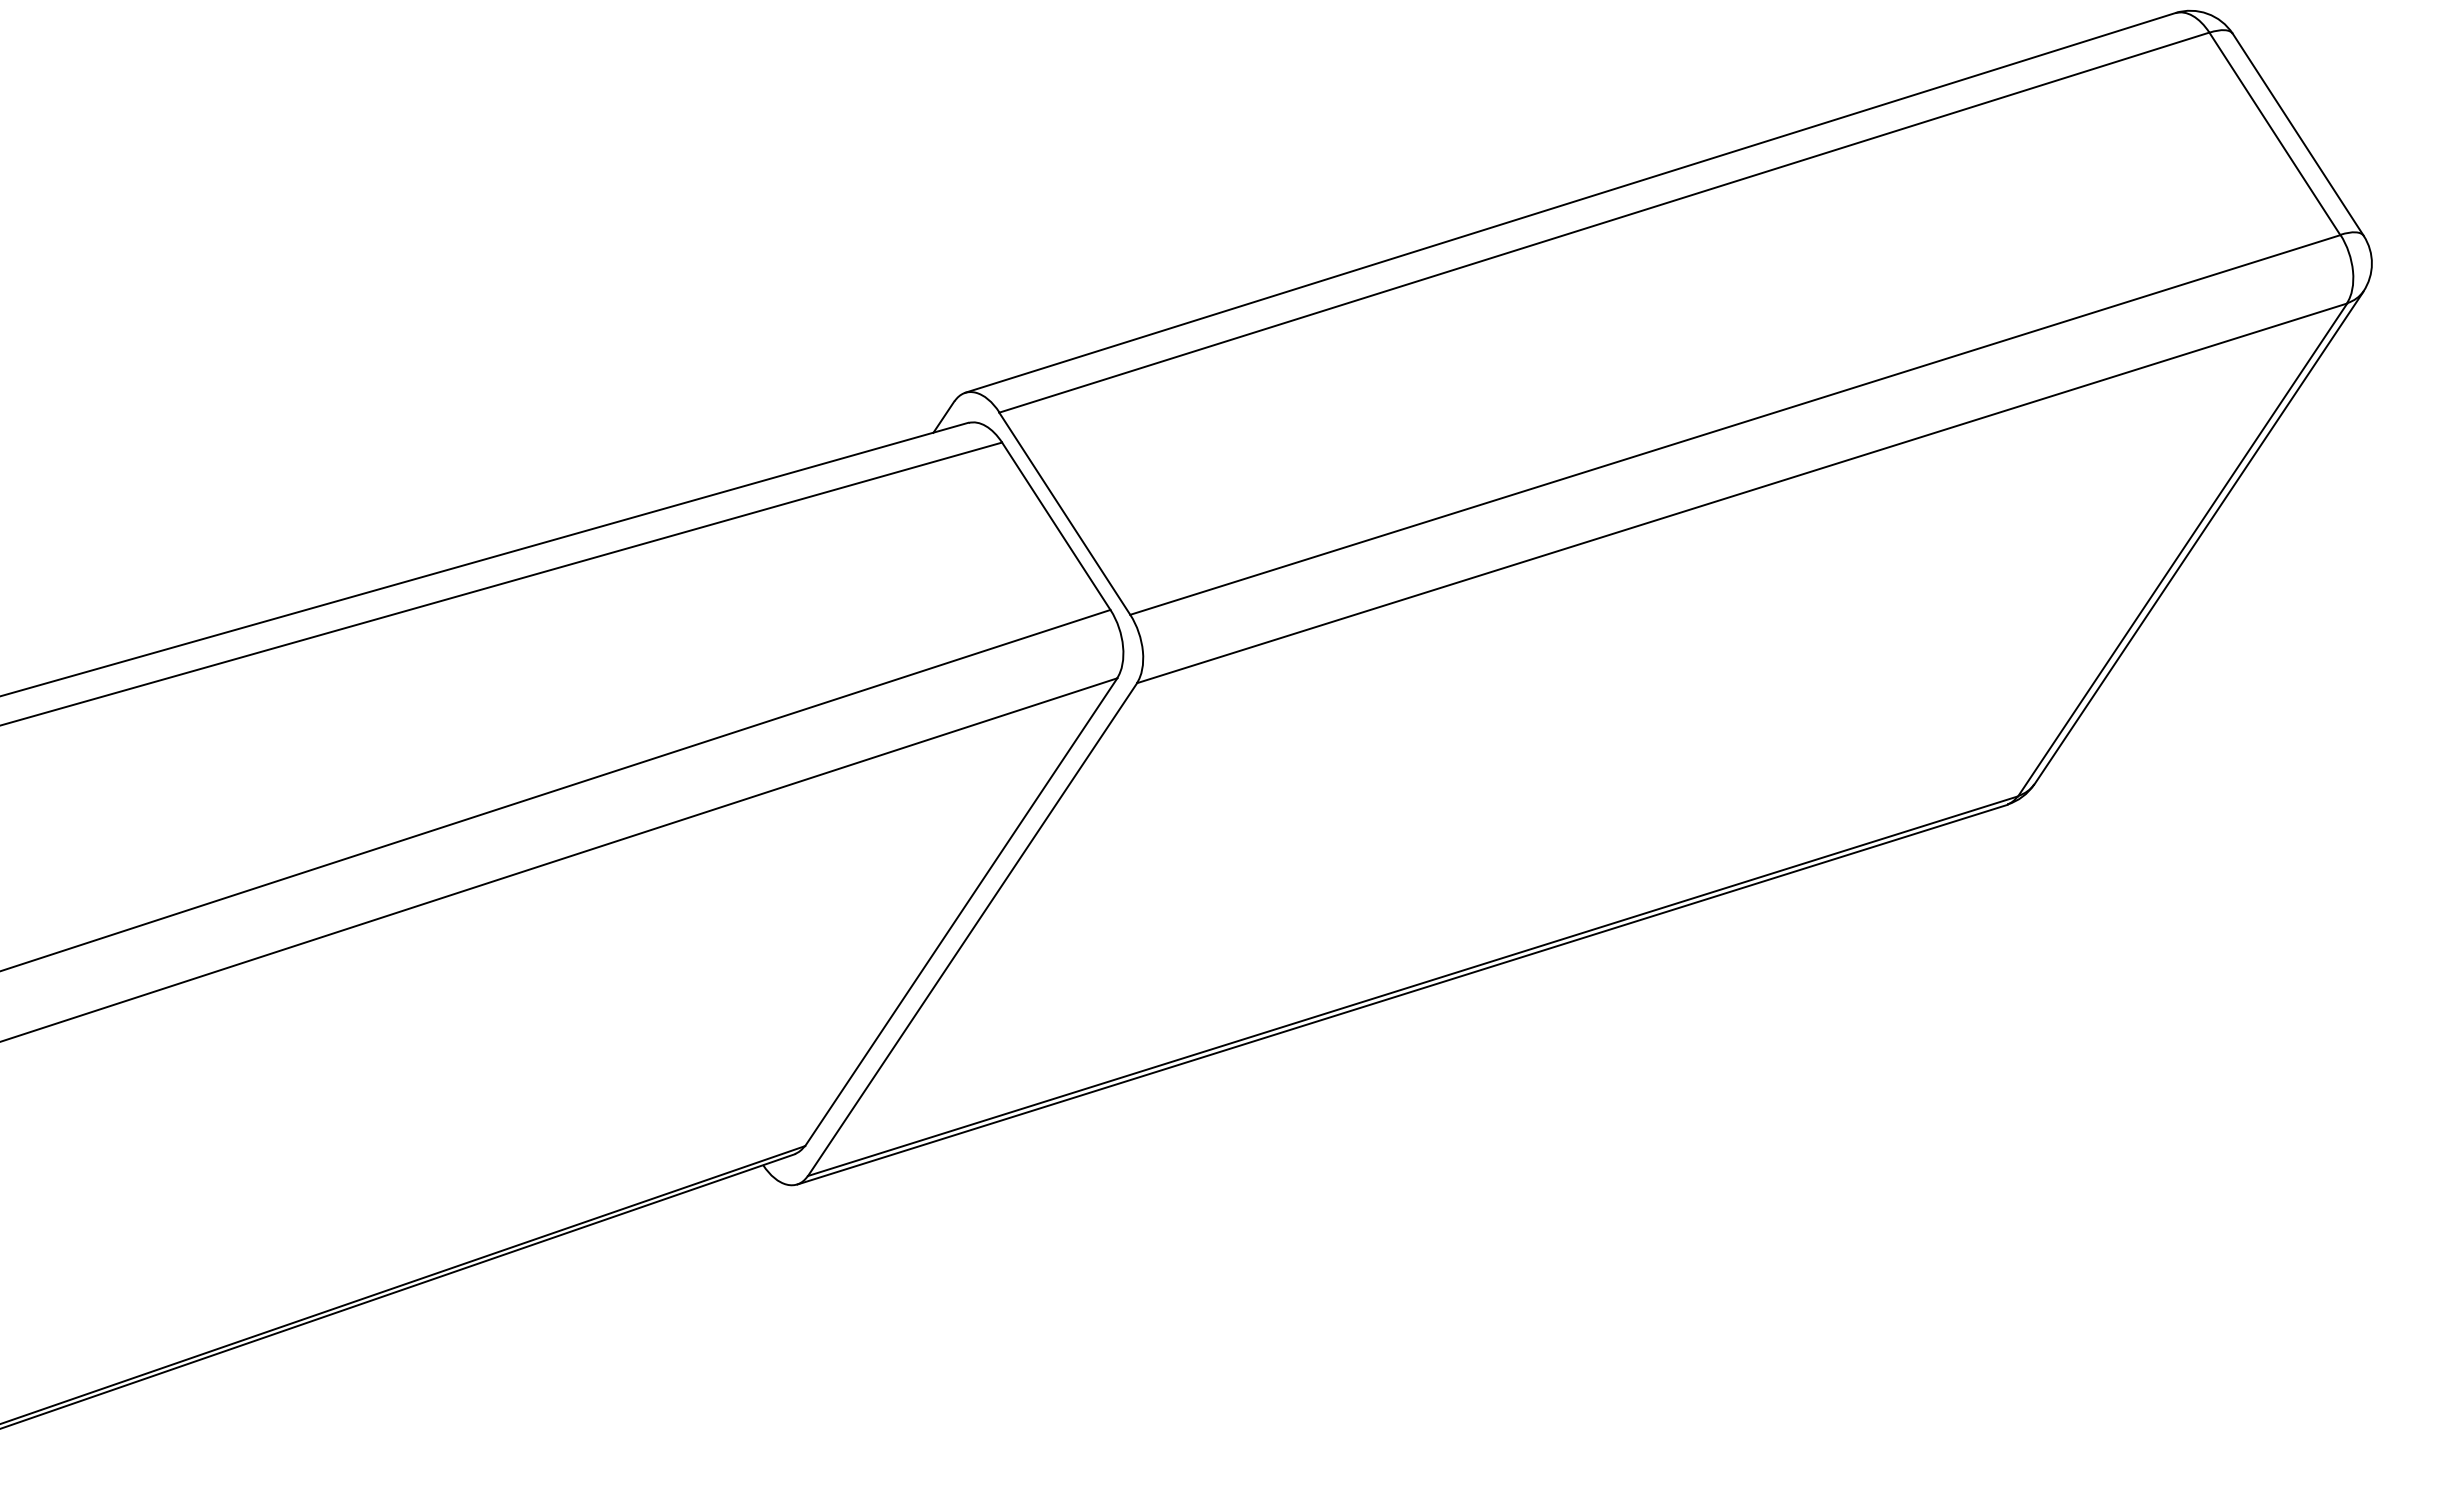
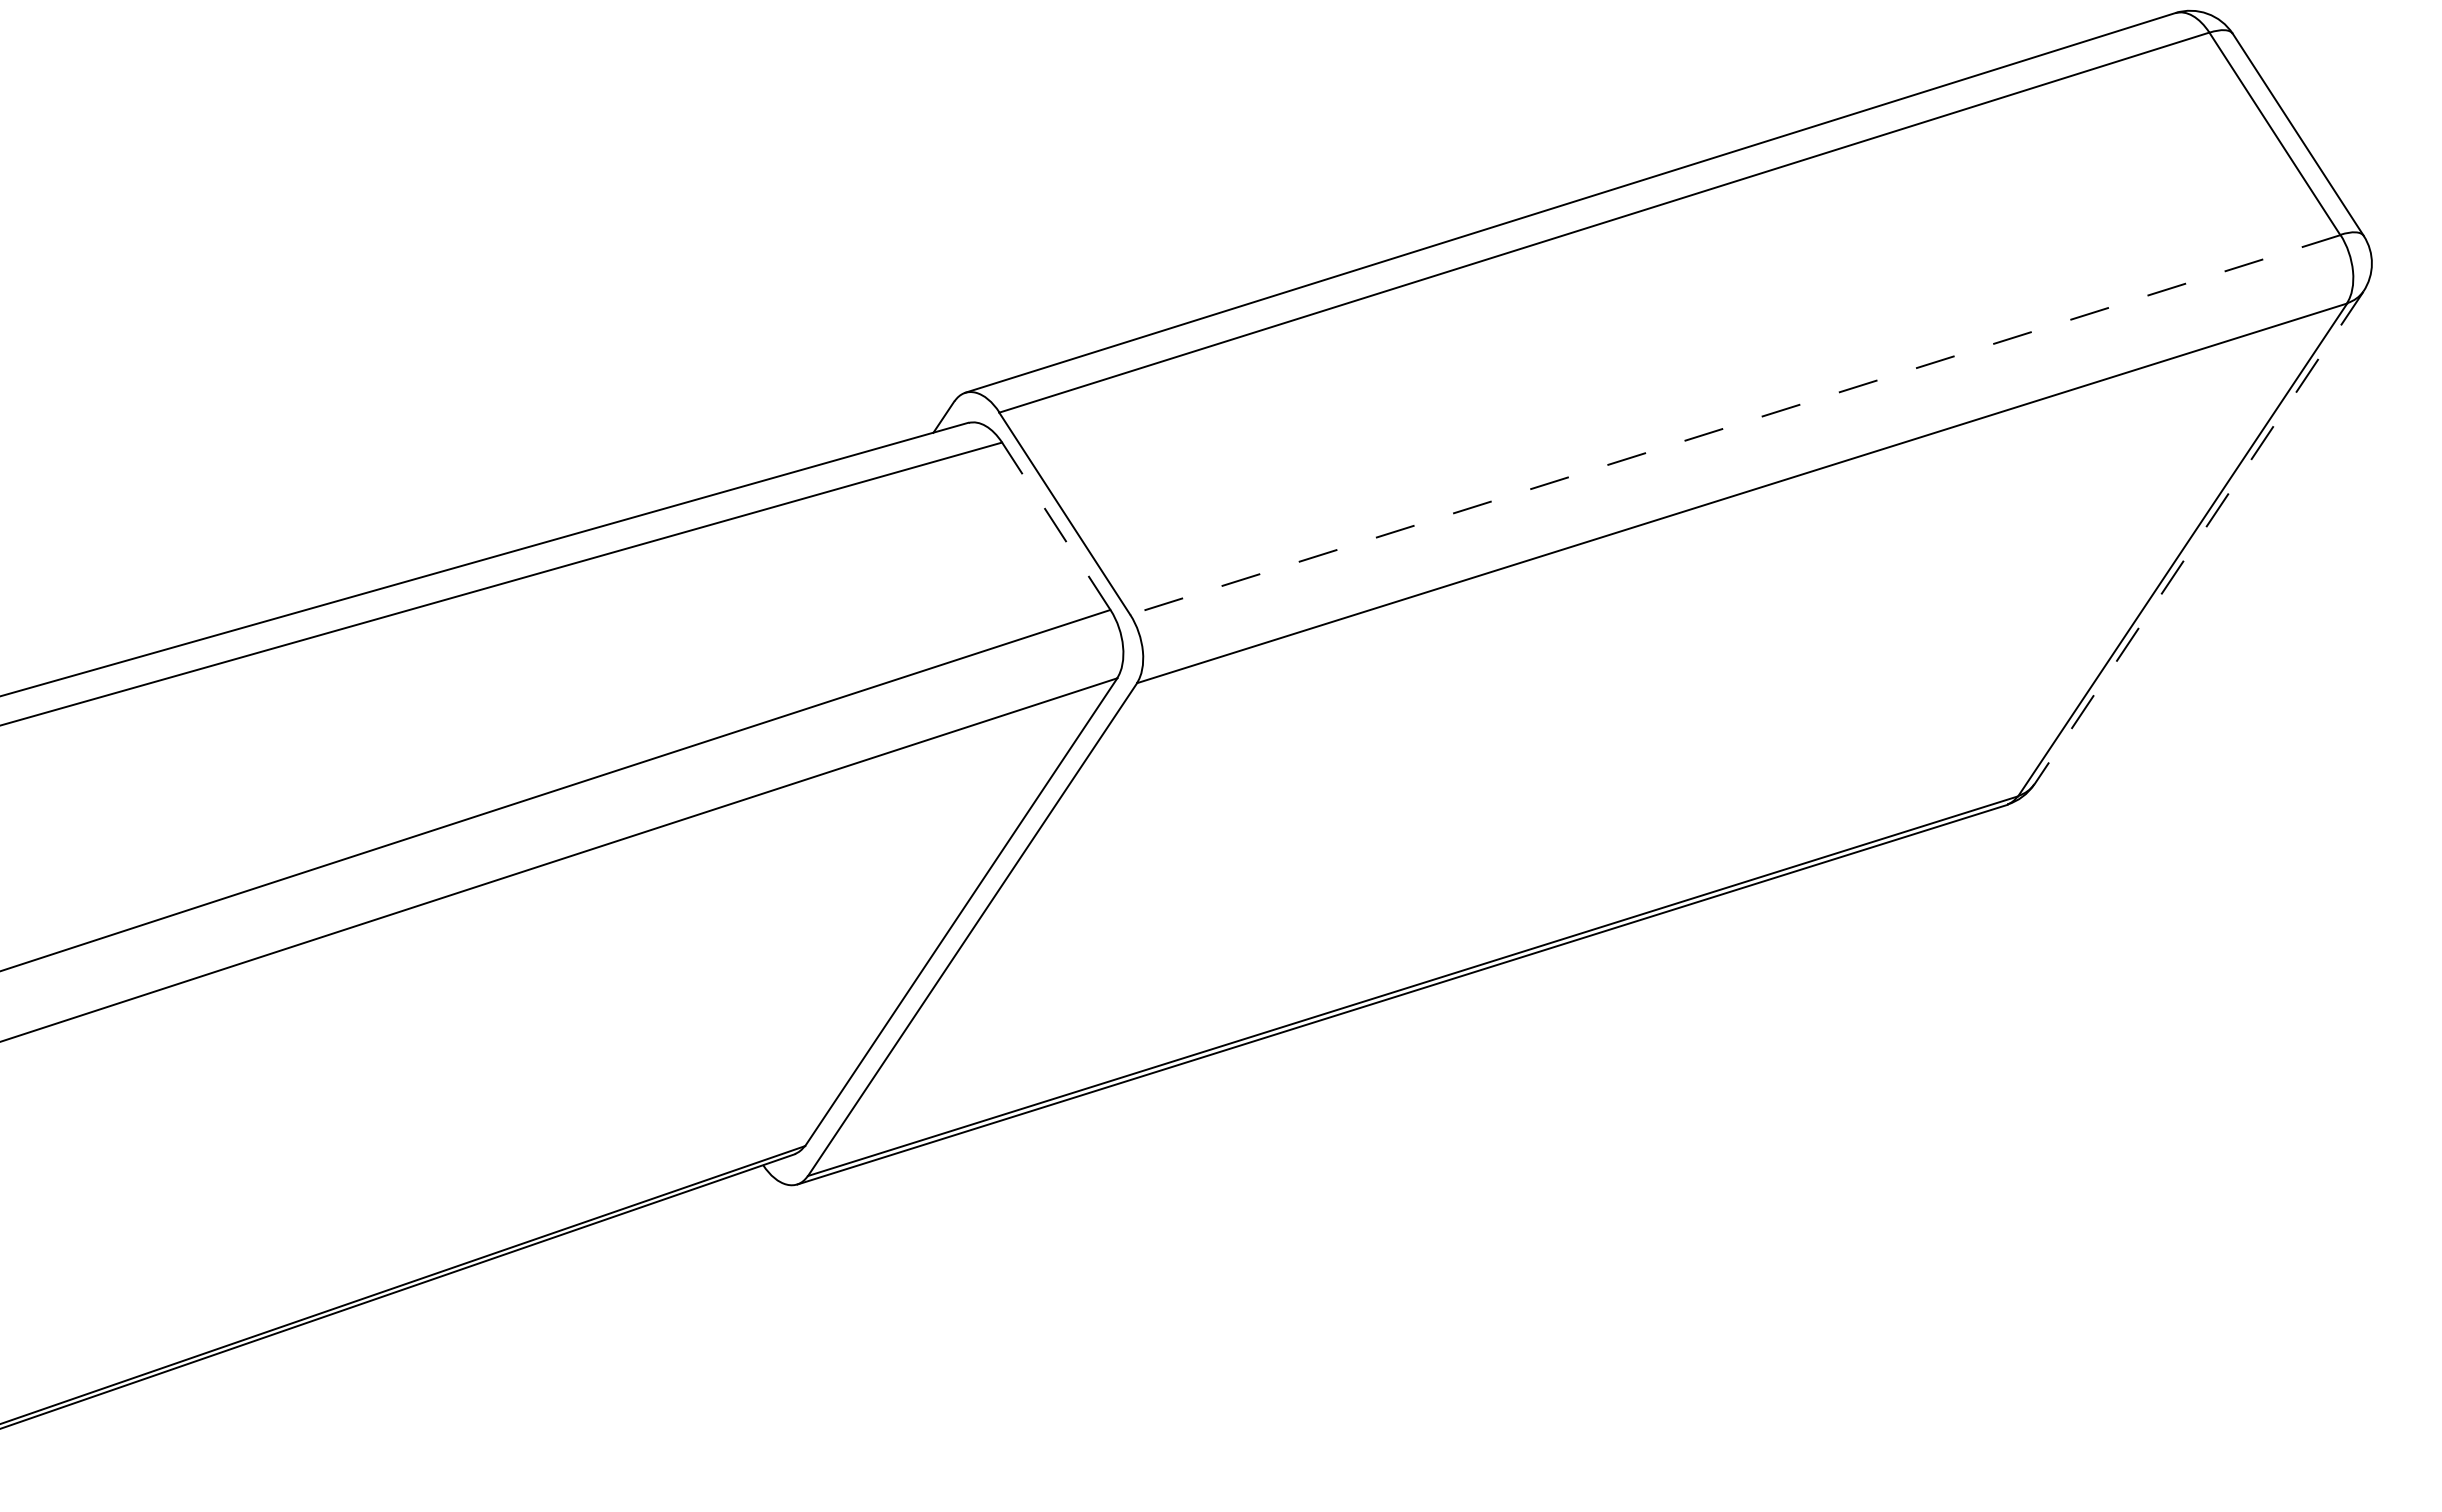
line at (1734, 425): solid -> dashed
line at (1056, 526): solid -> dashed
line at (2198, 538): solid -> dashed
